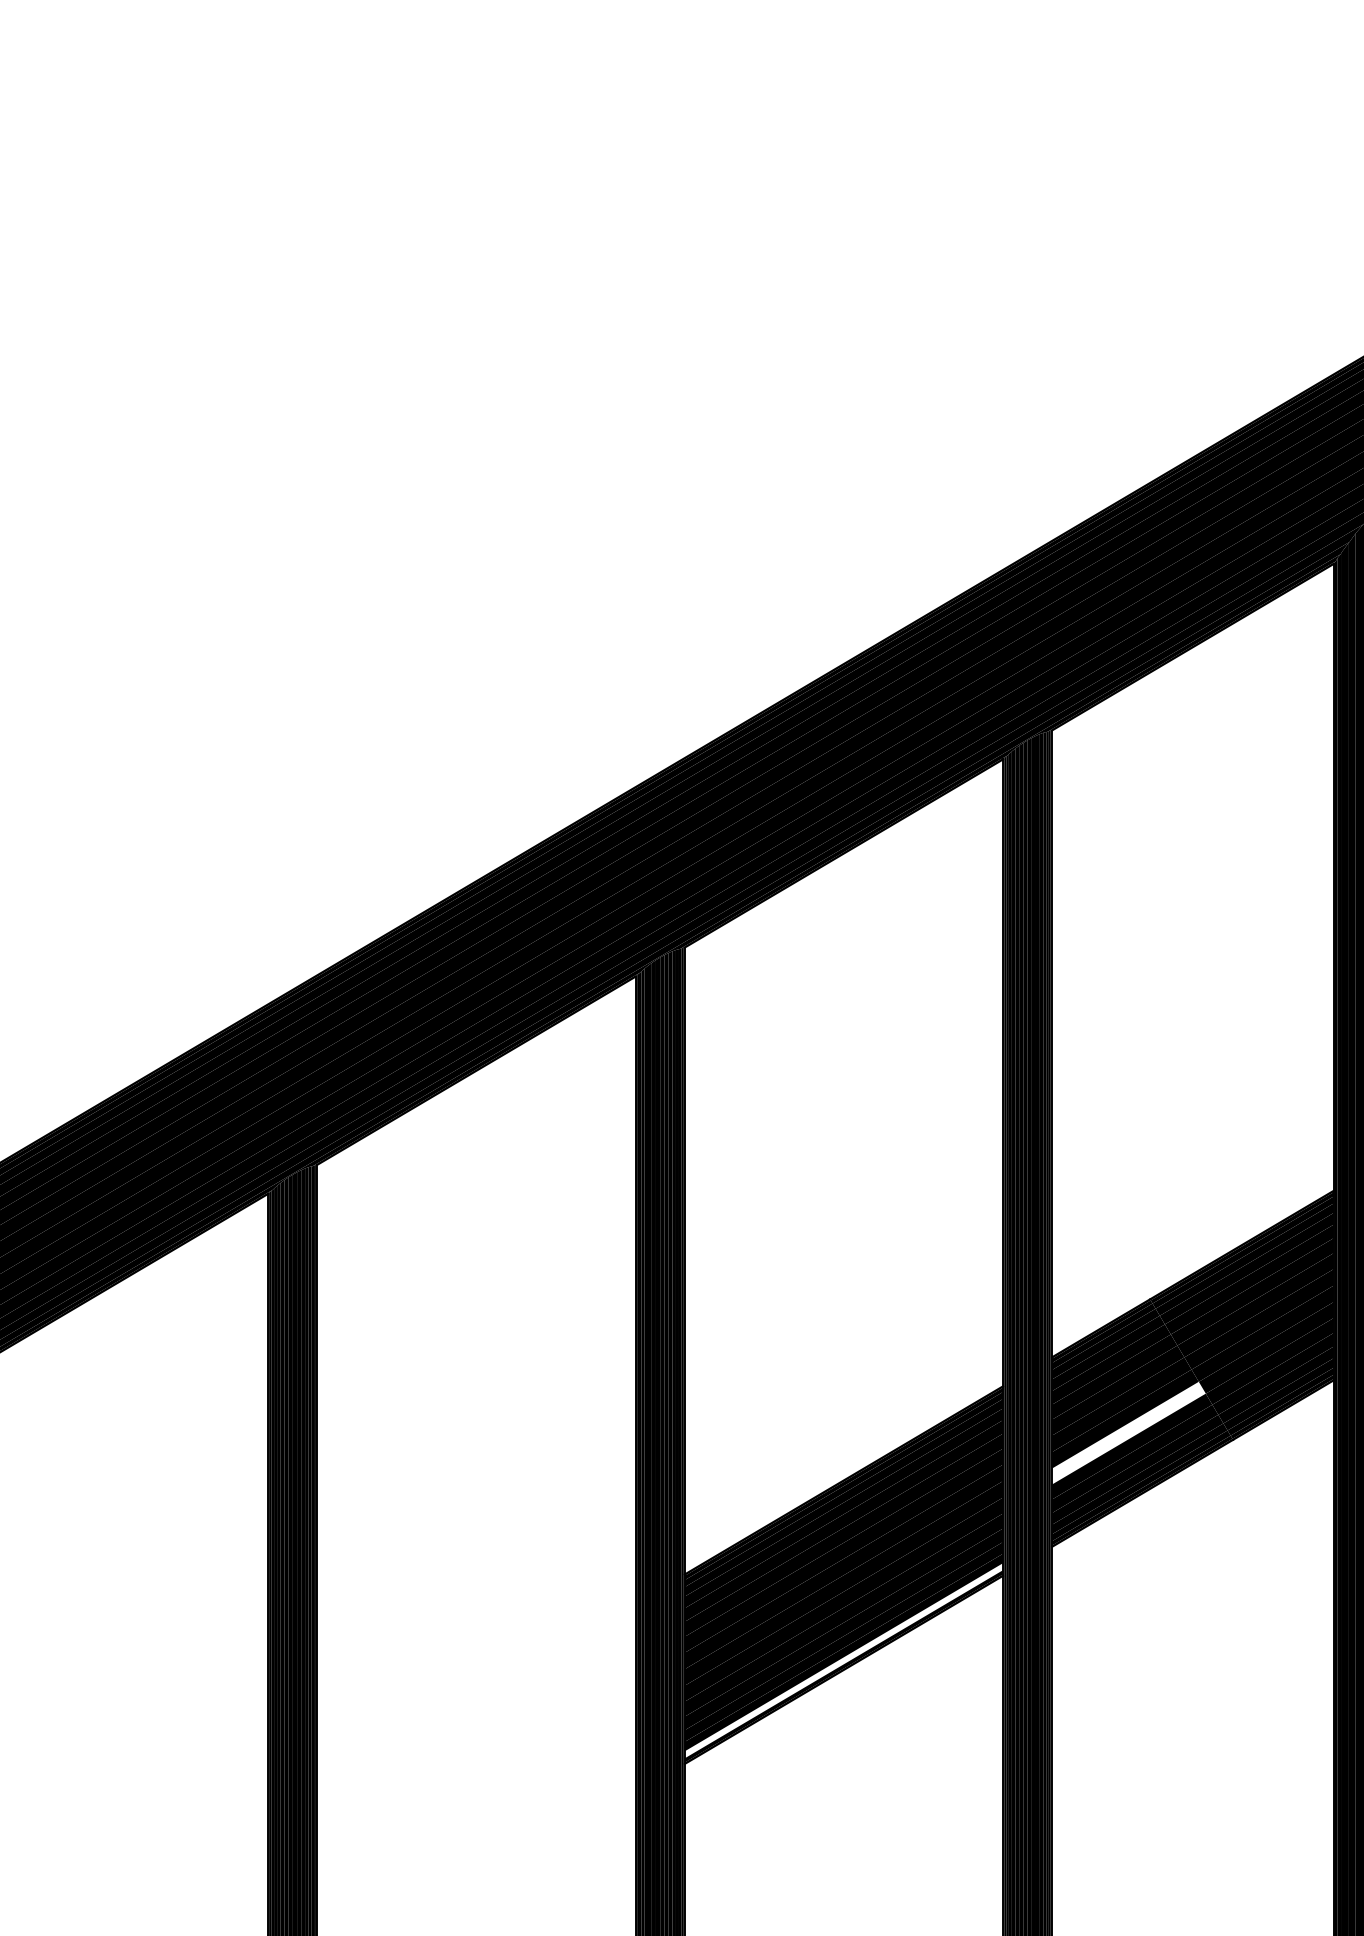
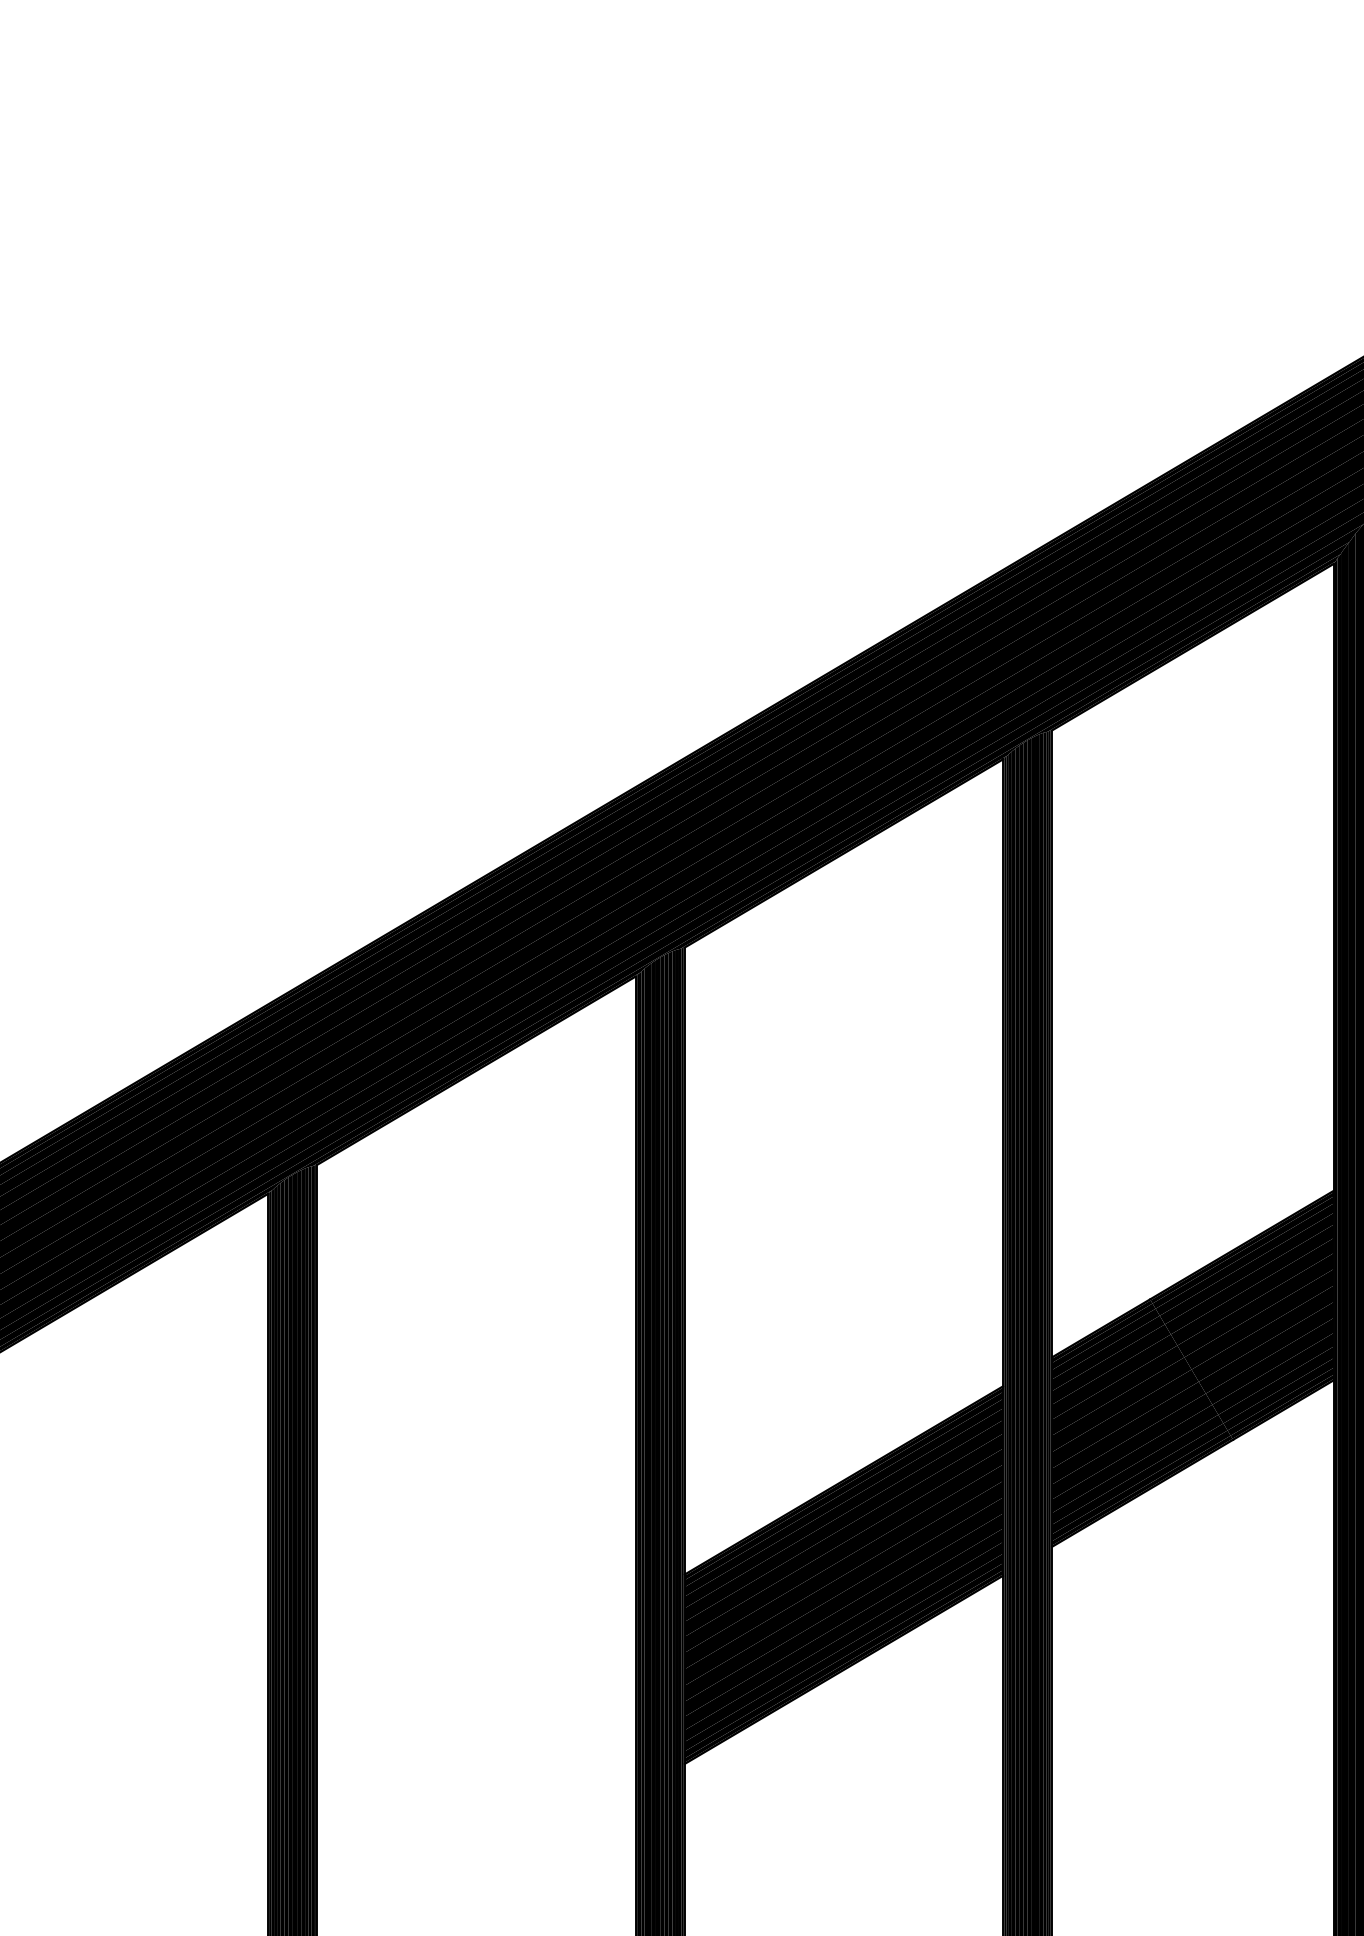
fill at (1128, 1432): none -> present
fill at (843, 1660): none -> present
